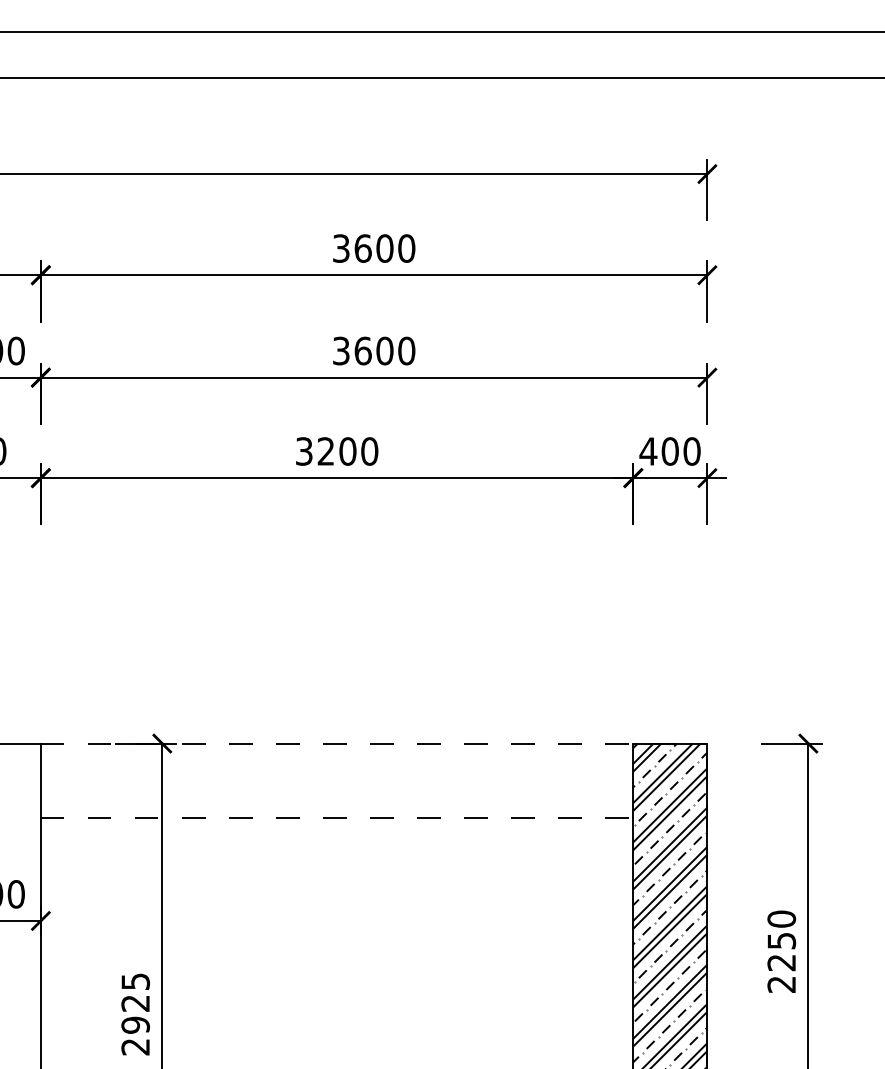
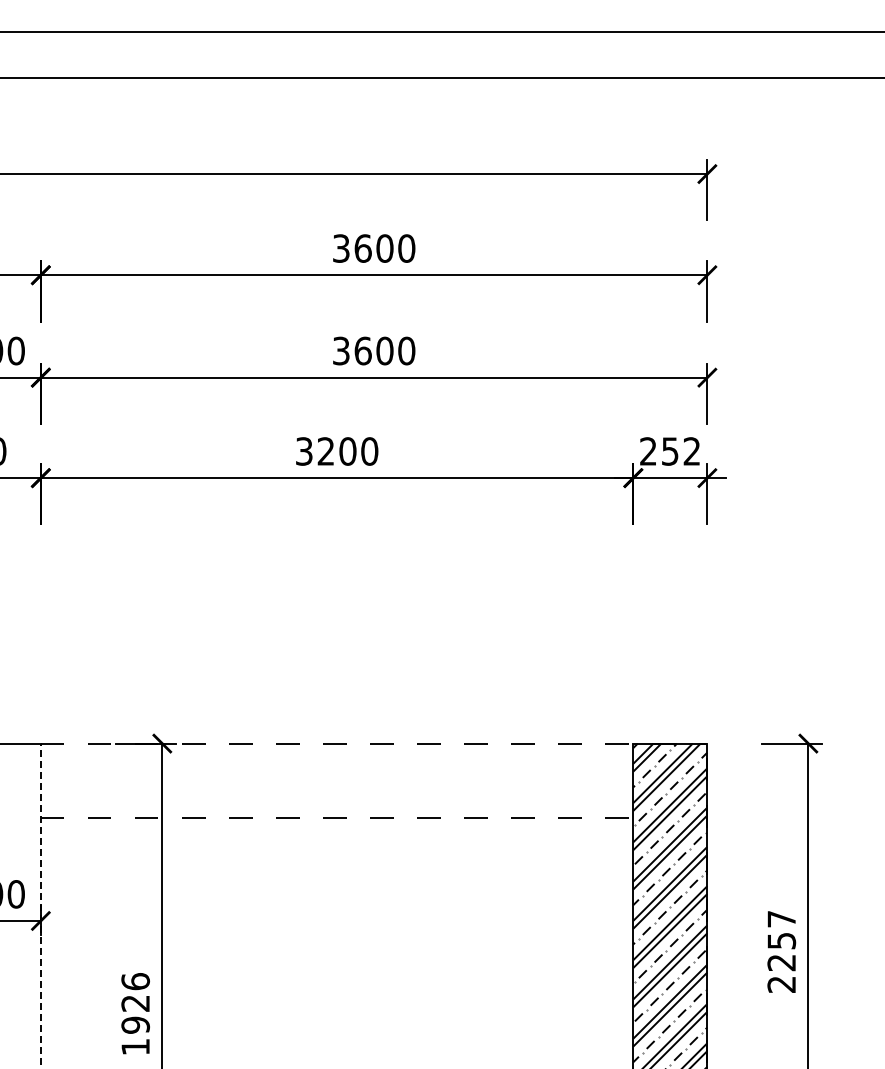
text at (669, 451): 400 -> 252
line at (40, 905): solid -> dashed
text at (781, 918): 2250 -> 2257
text at (135, 1014): 2925 -> 1926
